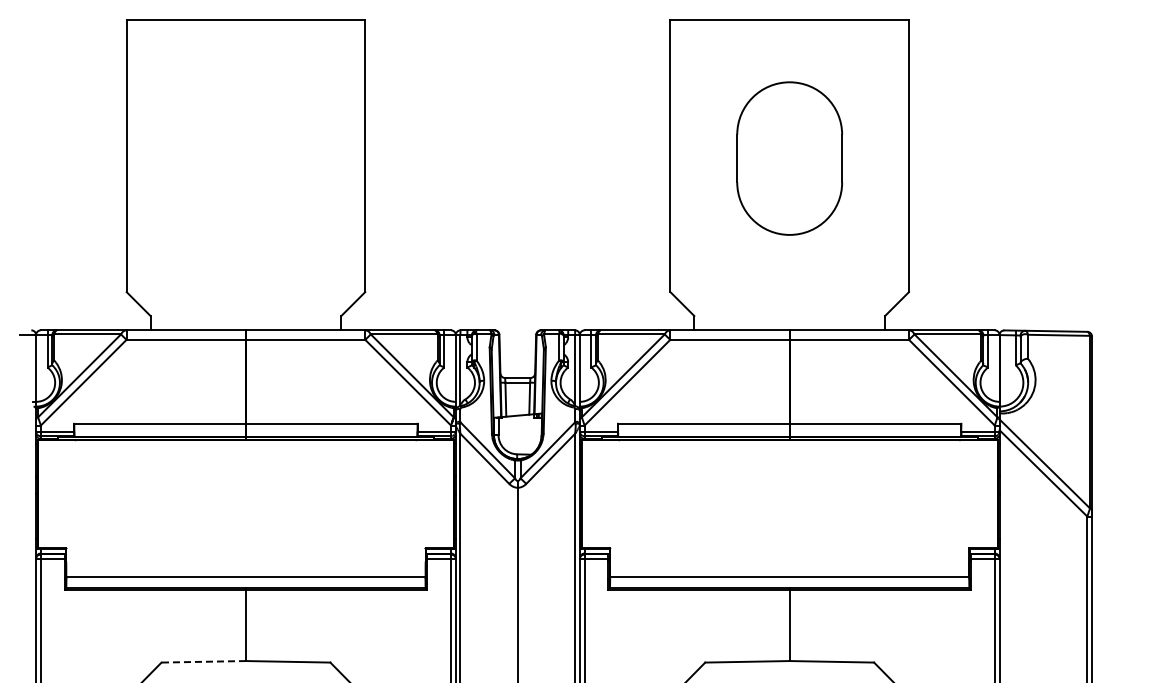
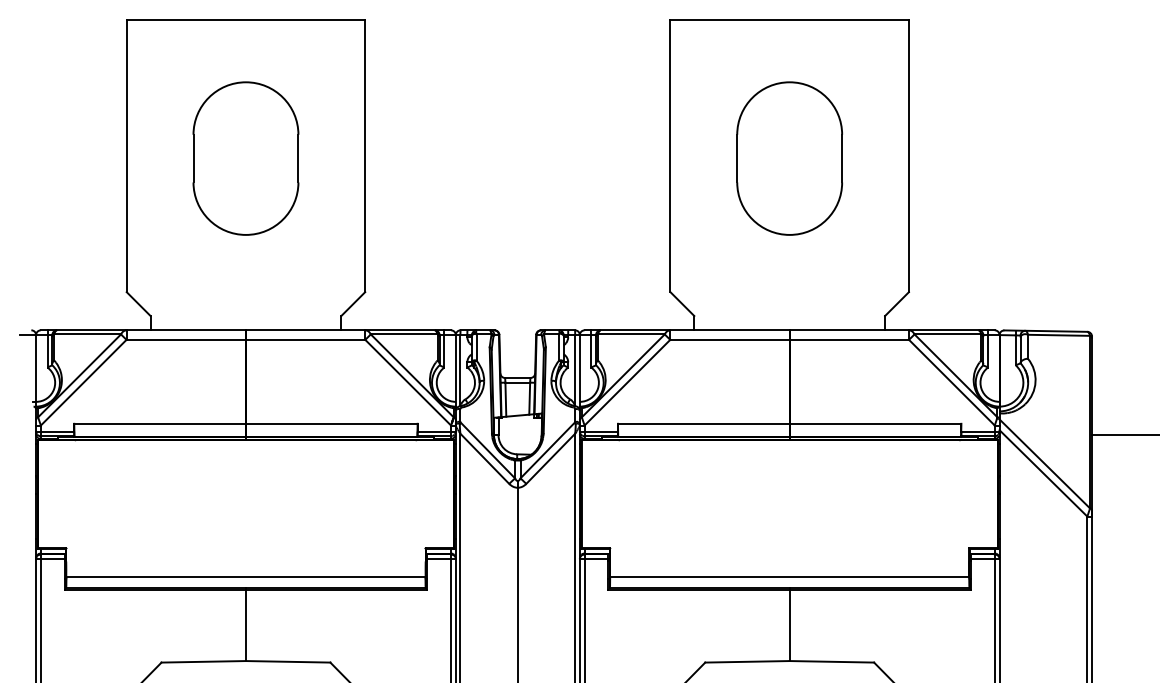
part at (245, 158): none -> present
line at (1124, 435): none -> present
line at (203, 661): dashed -> solid
